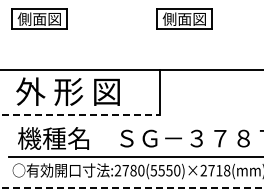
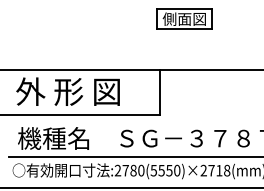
part at (39, 18): present -> none
line at (80, 115): dashed -> solid
line at (132, 188): dashed -> solid
